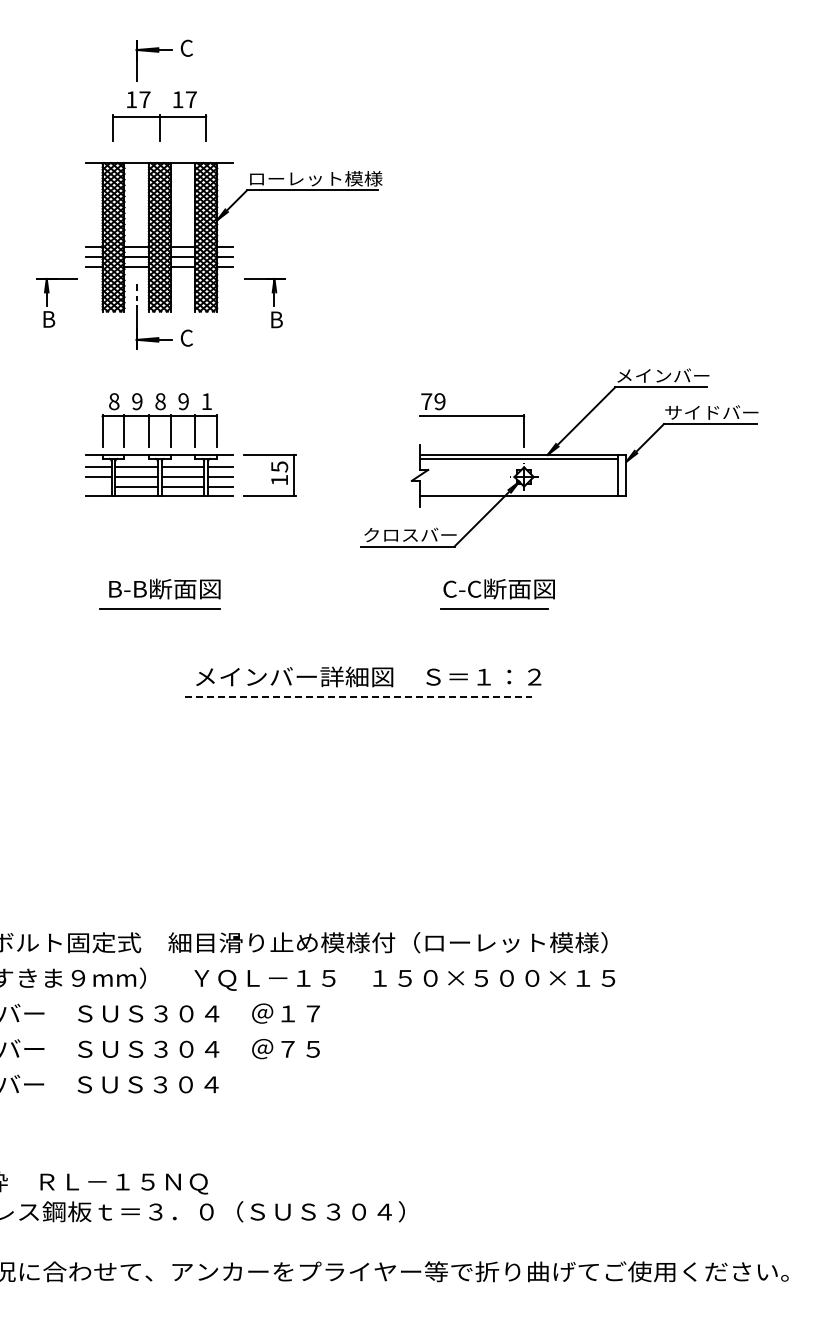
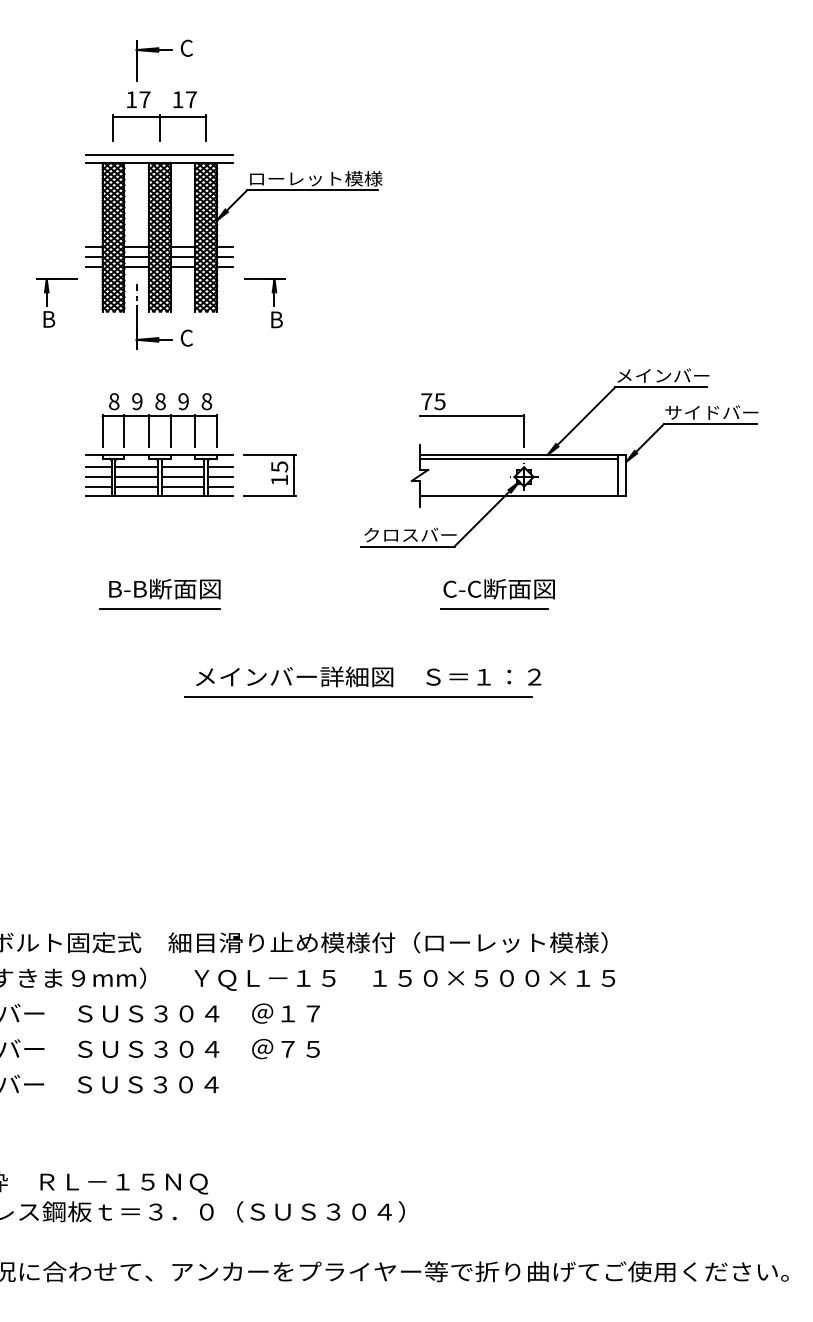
line at (159, 154): none -> present
text at (206, 401): 1 -> 8
text at (439, 401): 79 -> 75
line at (98, 486): none -> present
line at (358, 696): dashed -> solid
